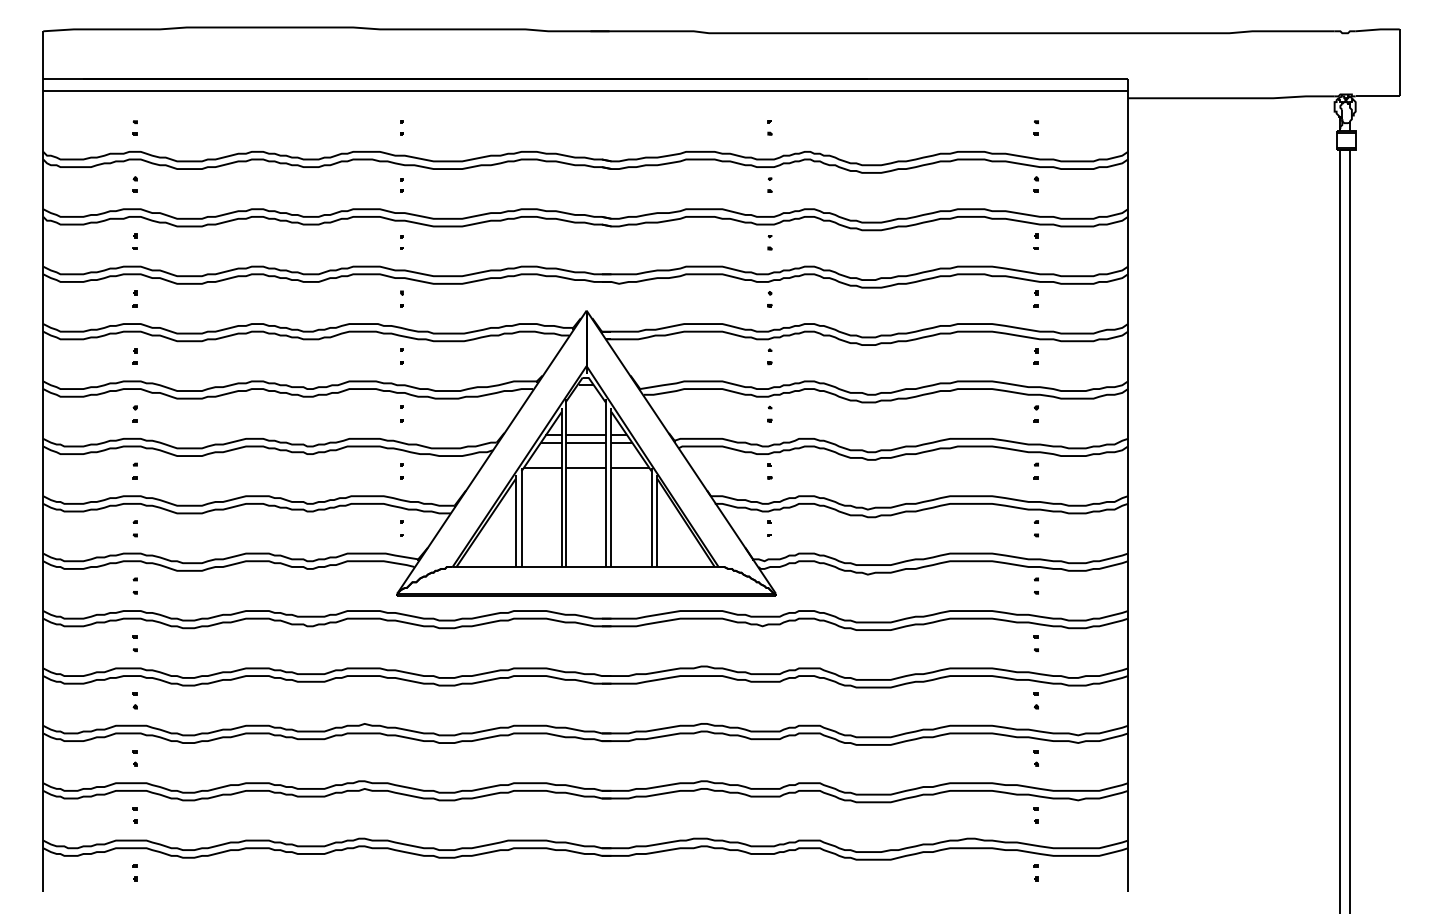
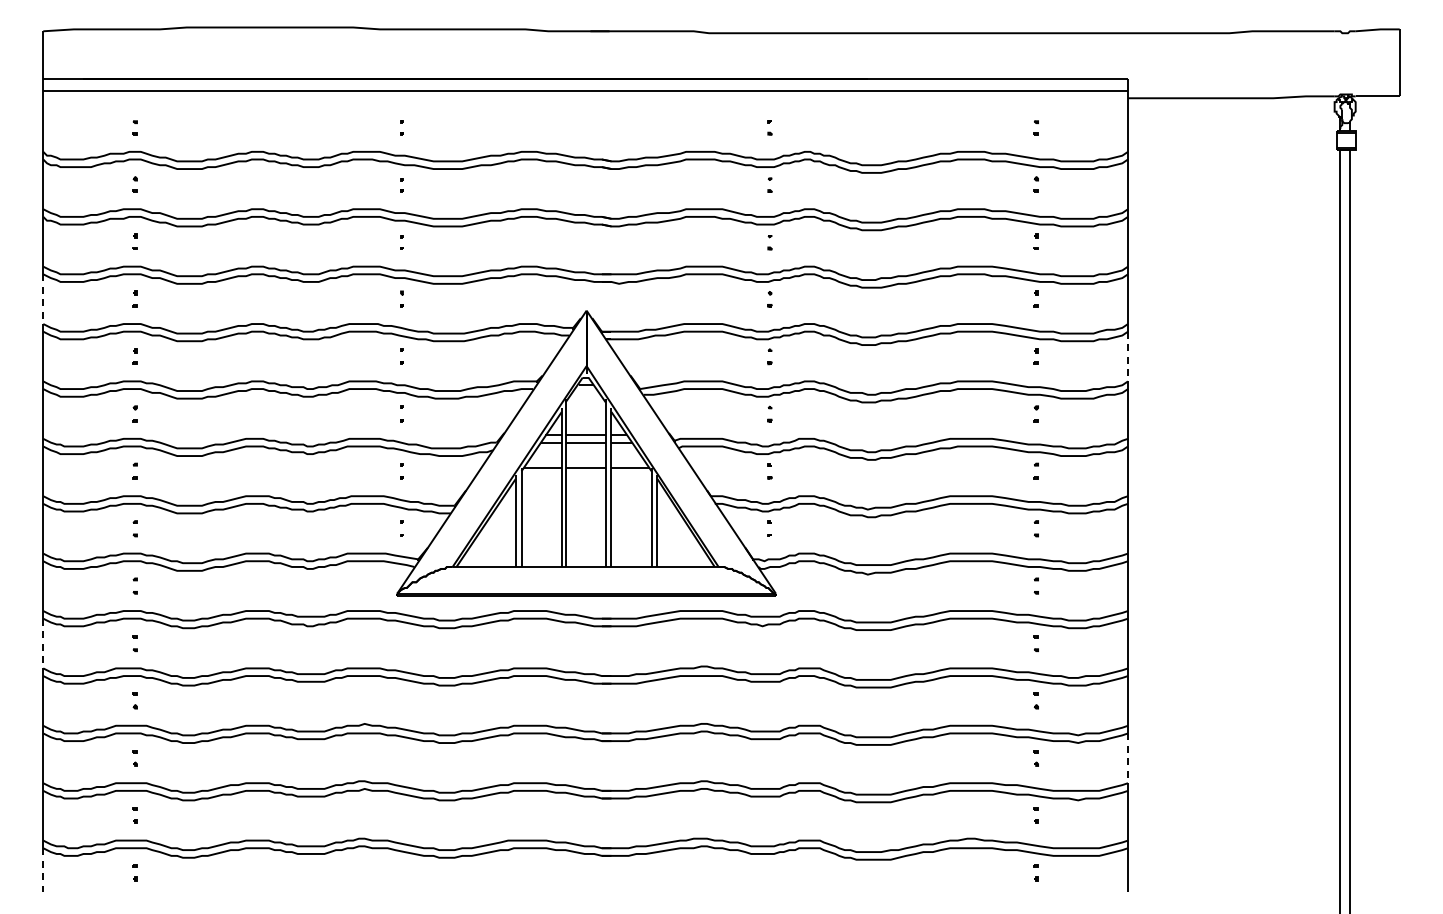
line at (43, 299): solid -> dashed
line at (1128, 356): solid -> dashed
line at (43, 643): solid -> dashed
line at (1128, 758): solid -> dashed
line at (43, 870): solid -> dashed
